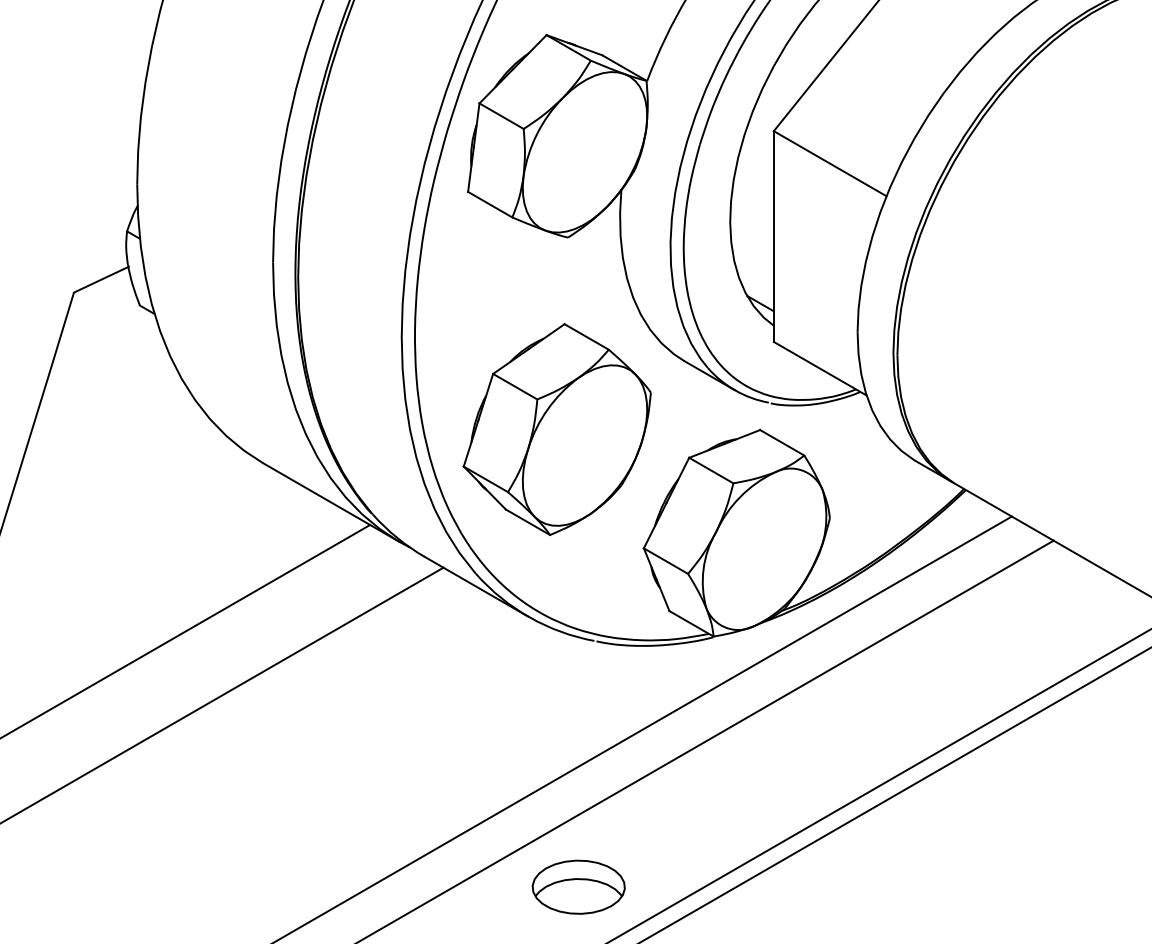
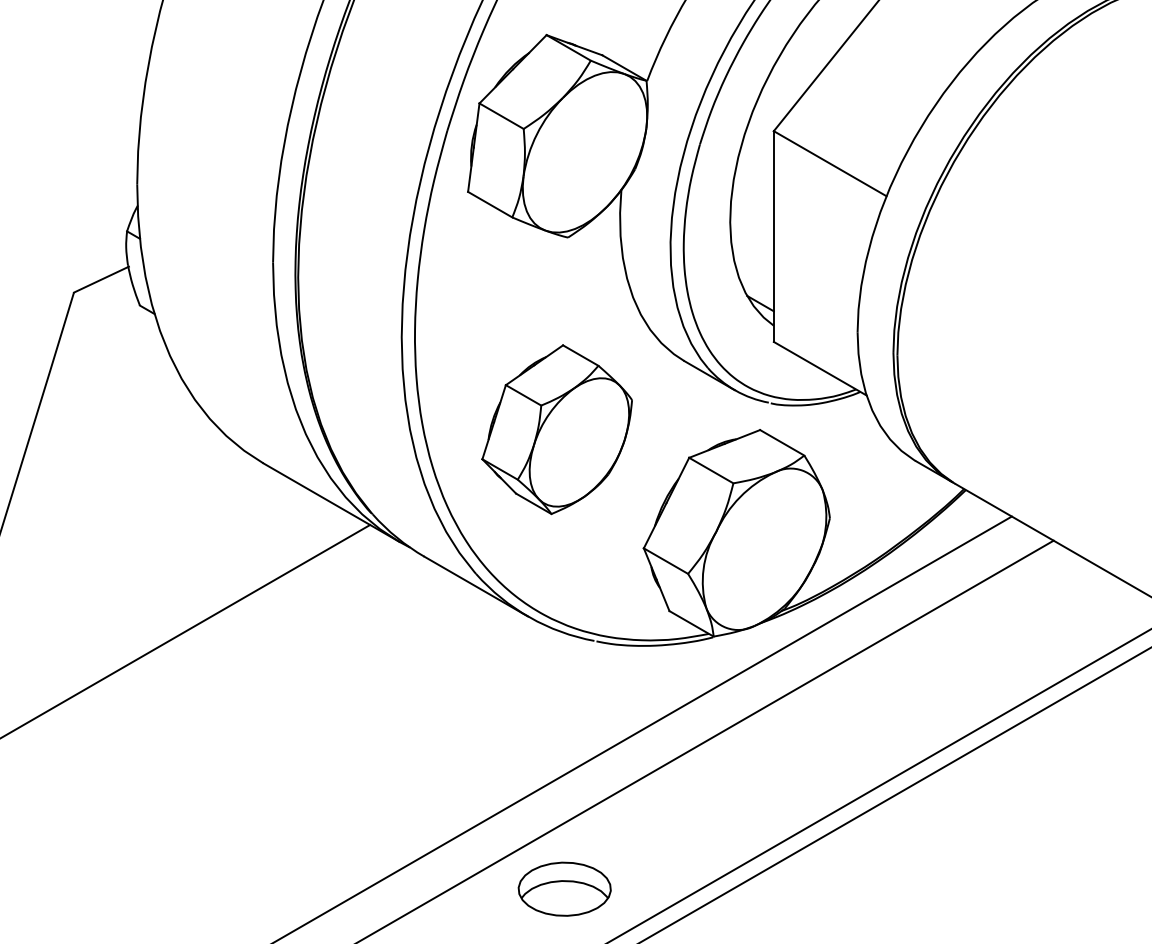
part at (556, 429) size: 190x214 px -> 152x172 px
line at (222, 694): present -> none
part at (578, 886) position: (578, 886) -> (564, 888)
